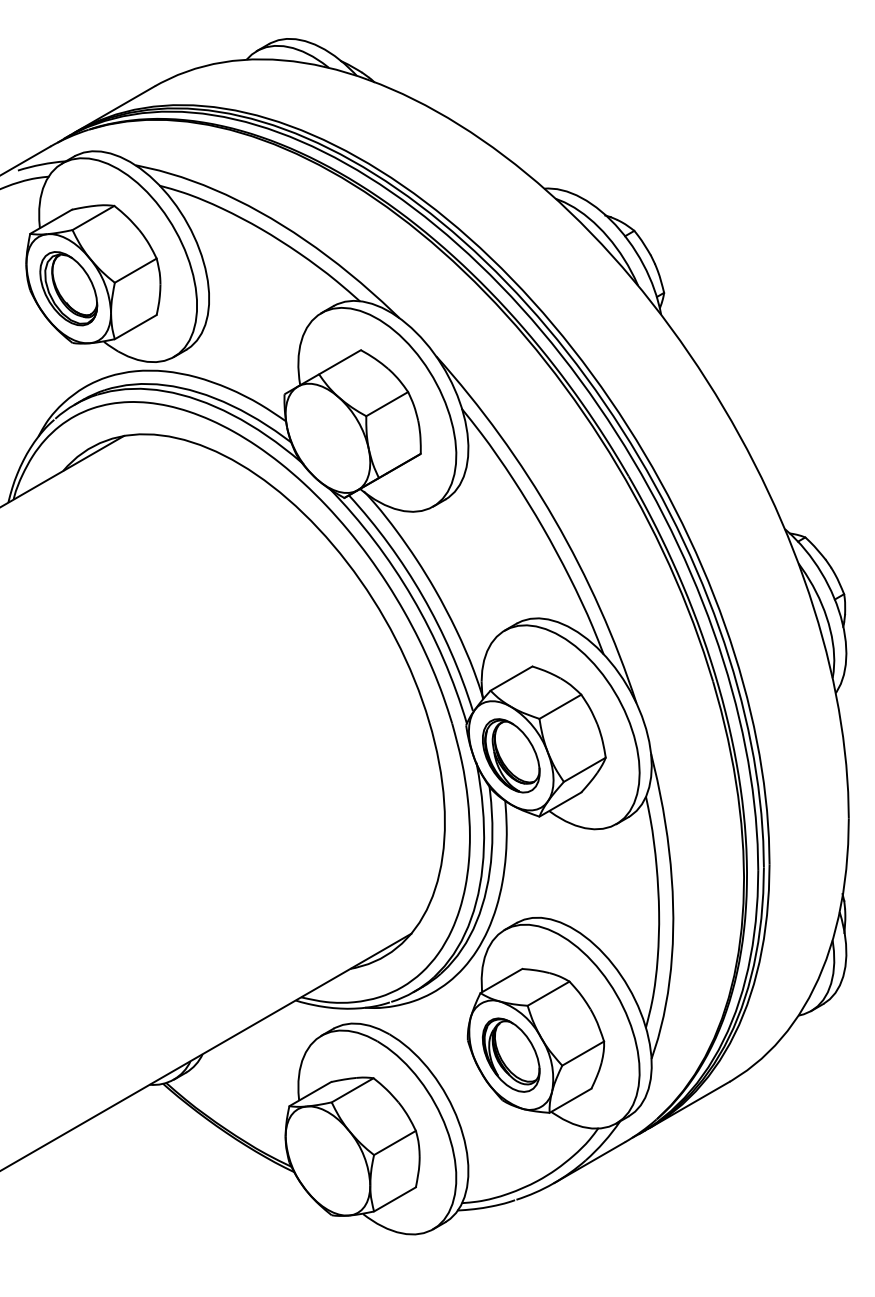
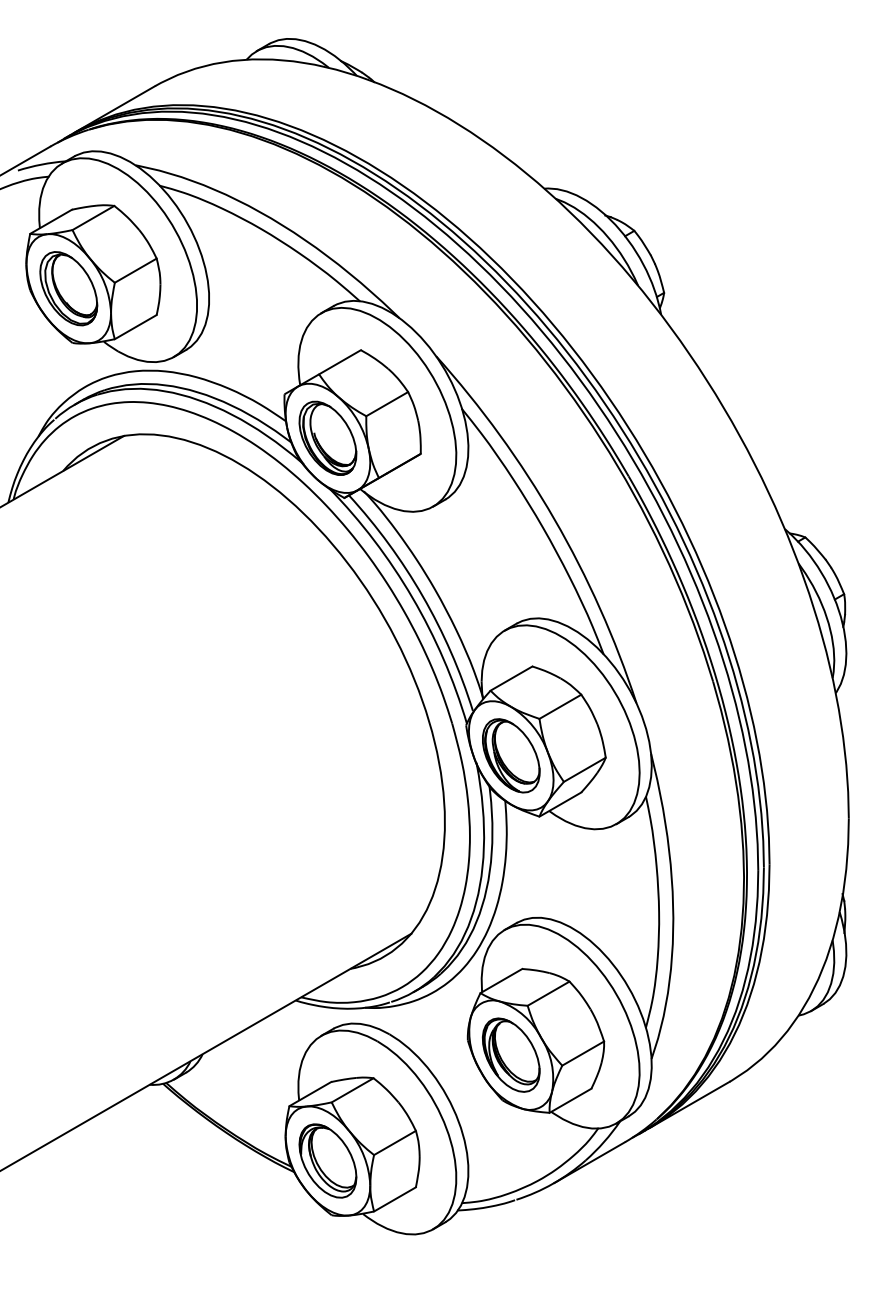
part at (327, 437): none -> present
part at (327, 1160): none -> present
